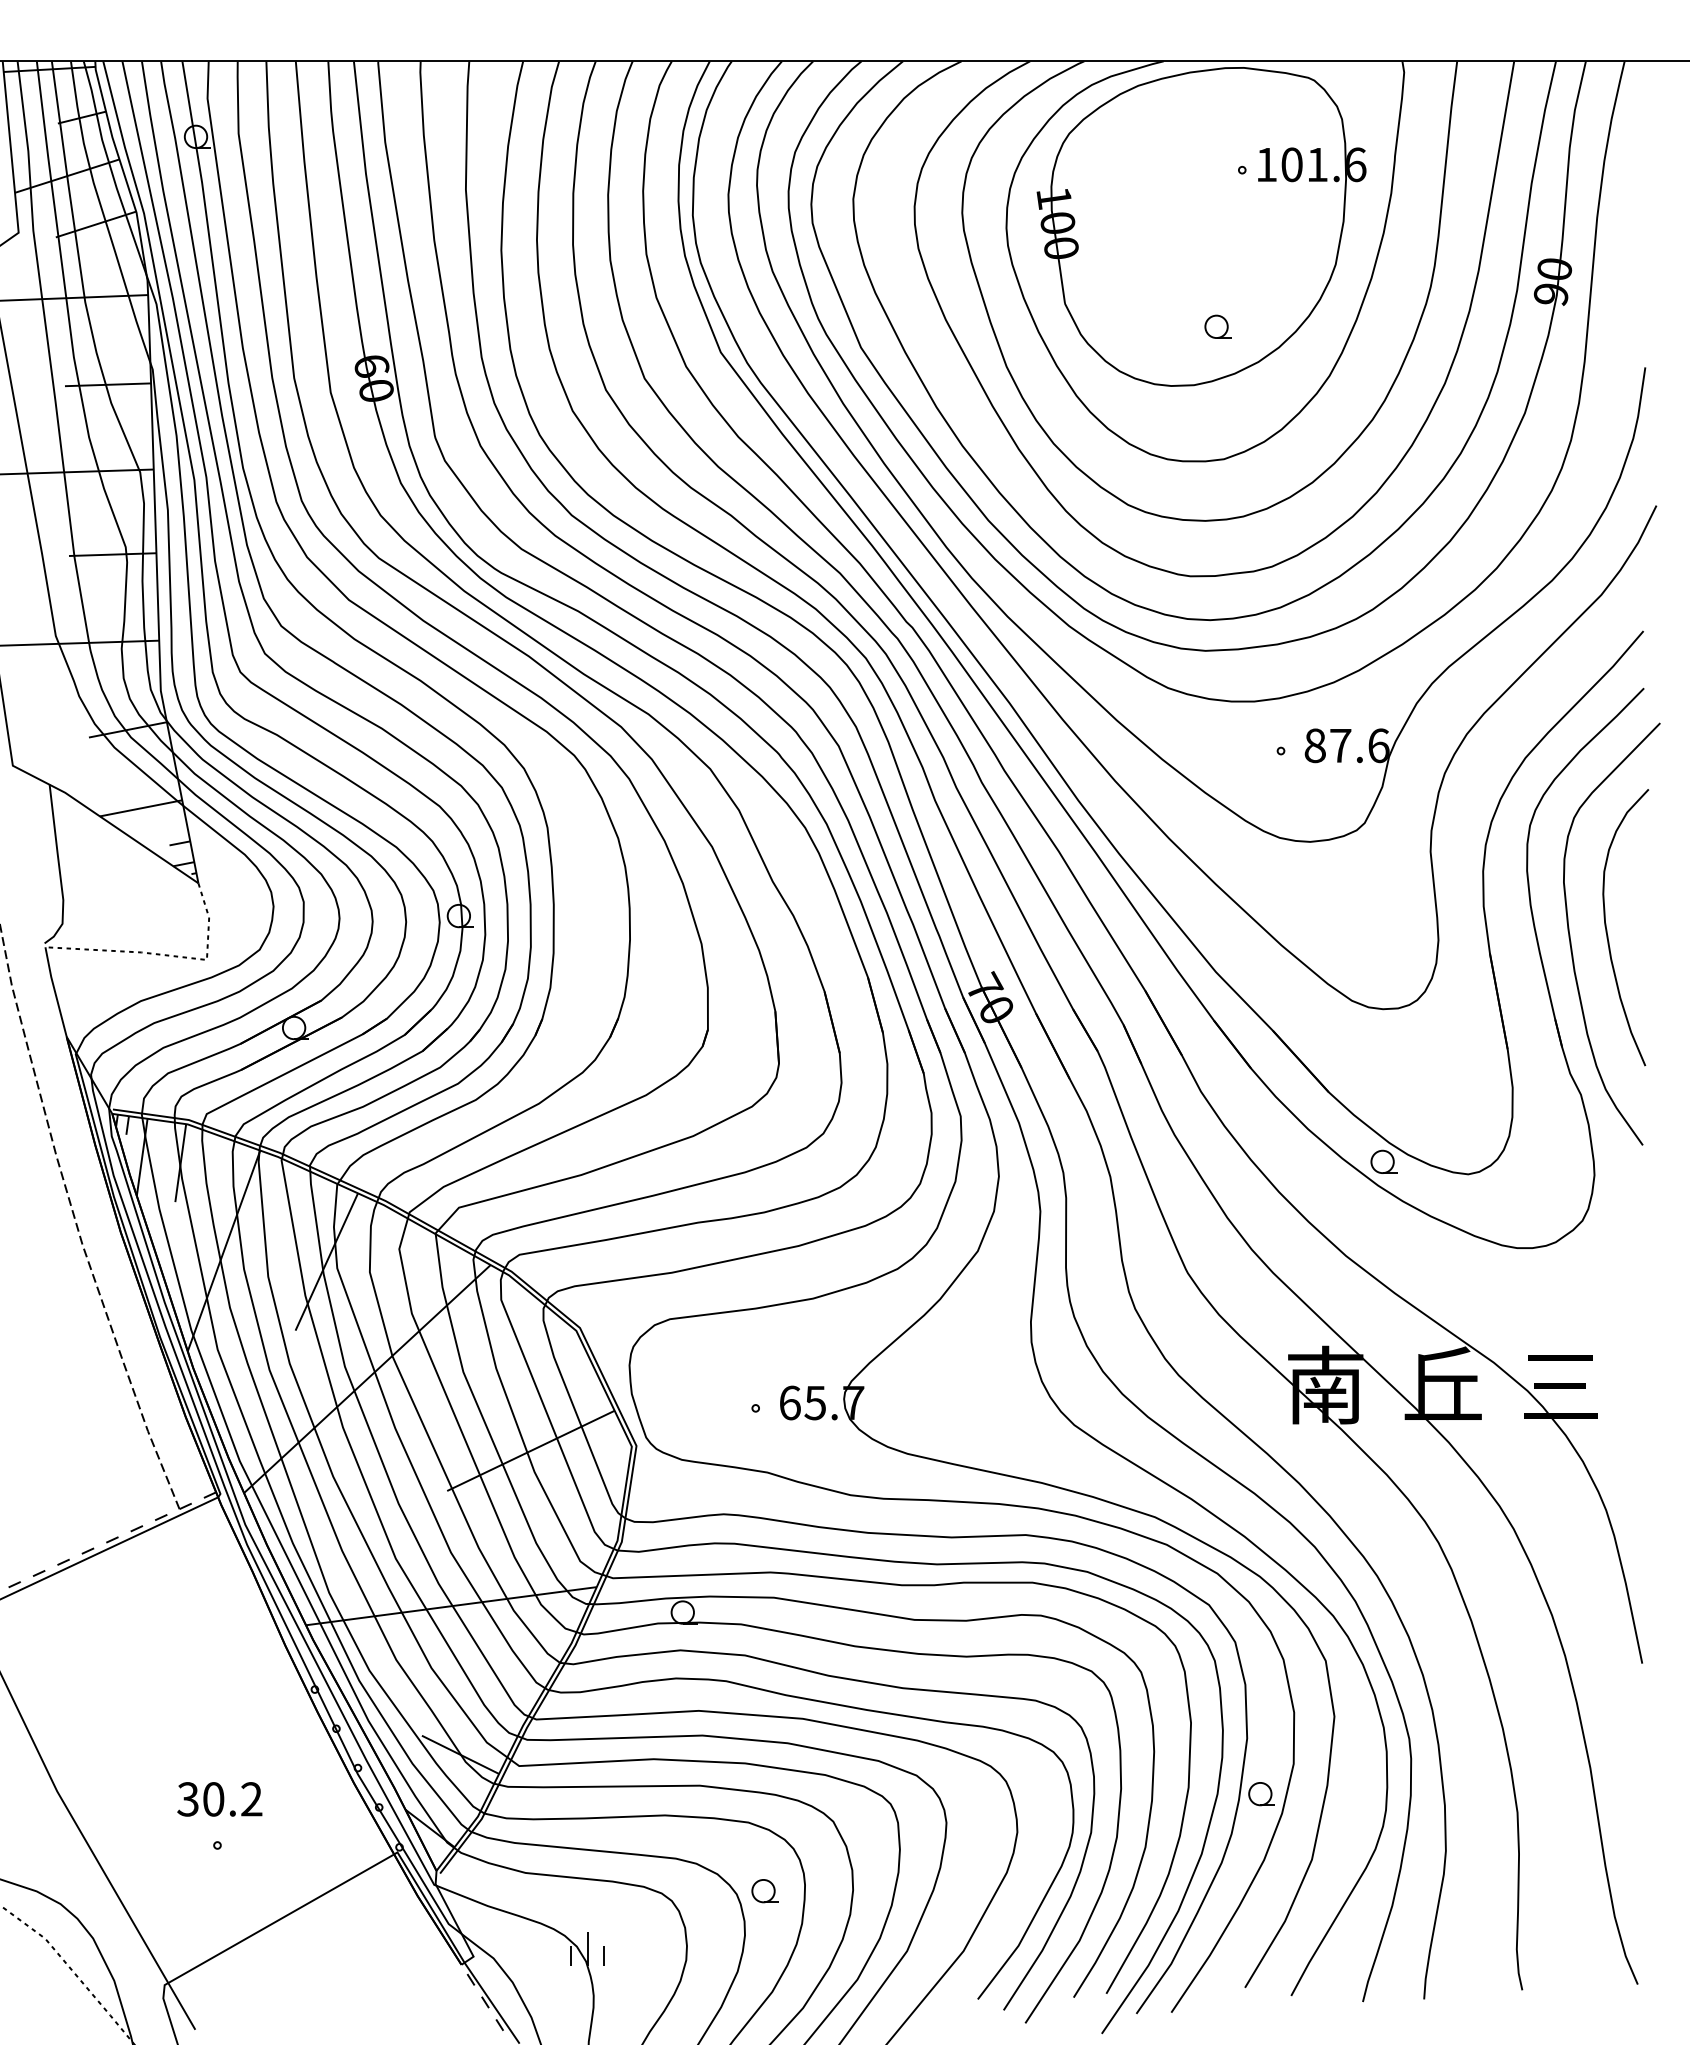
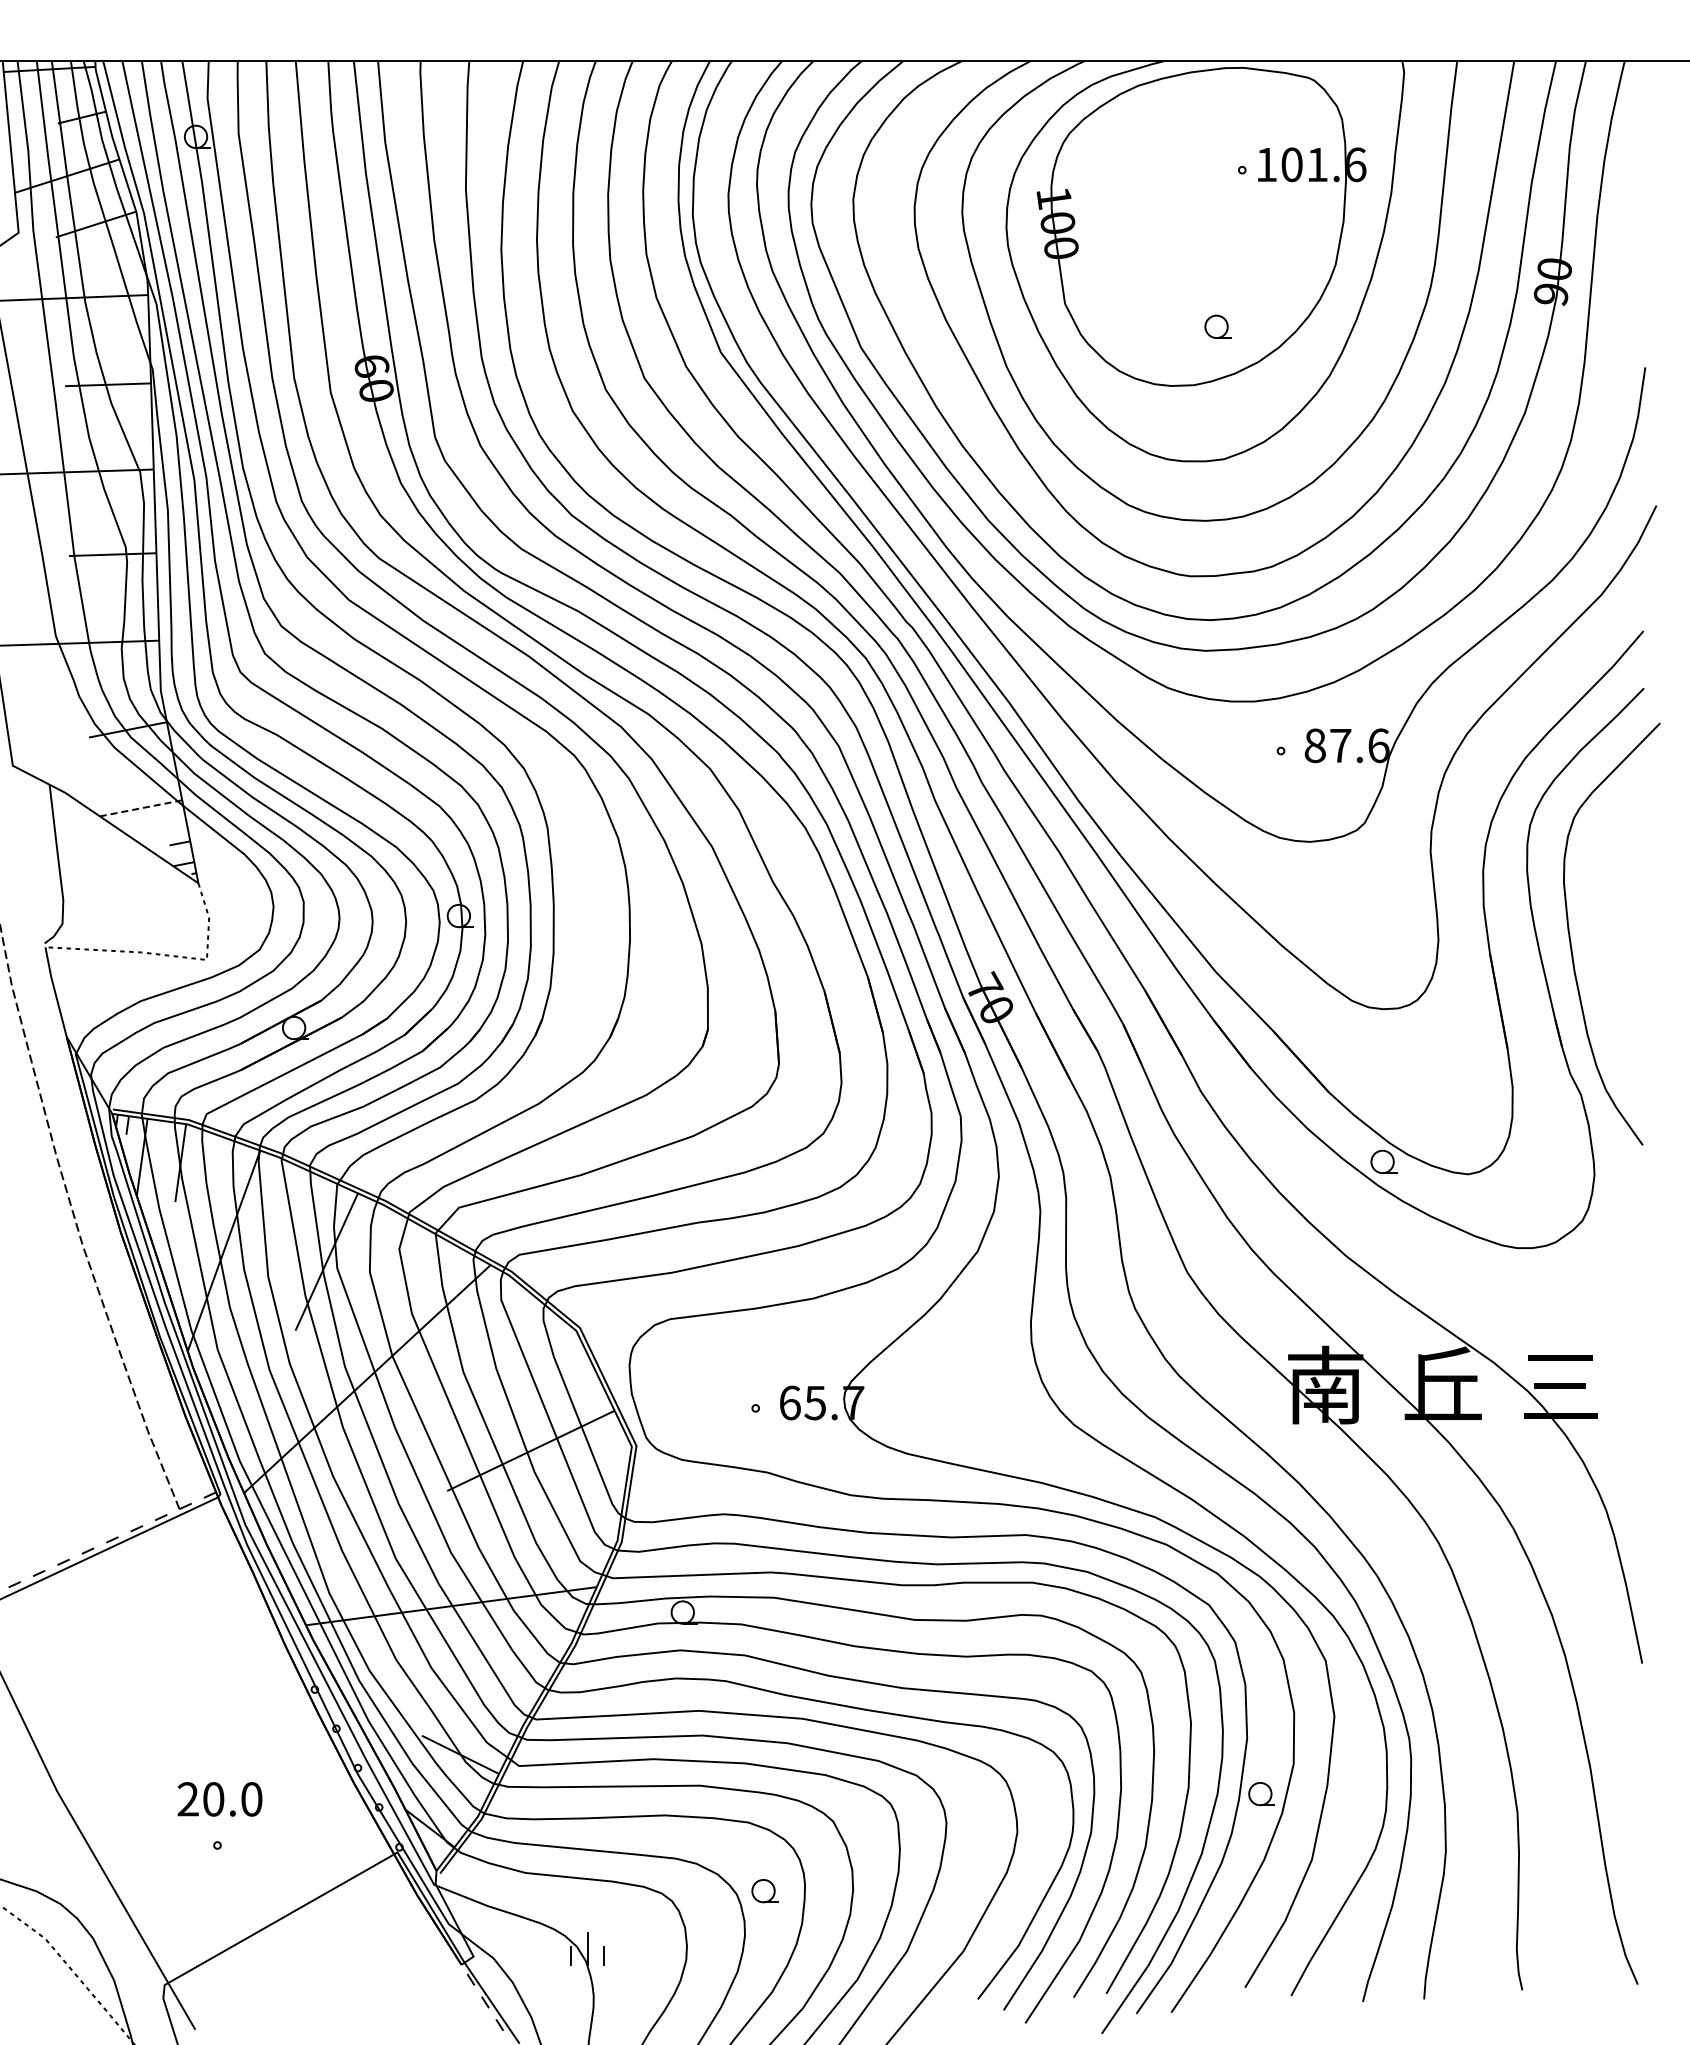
line at (141, 808): solid -> dashed
curve at (1607, 929): present -> none
text at (219, 1799): 30.2 -> 20.0
